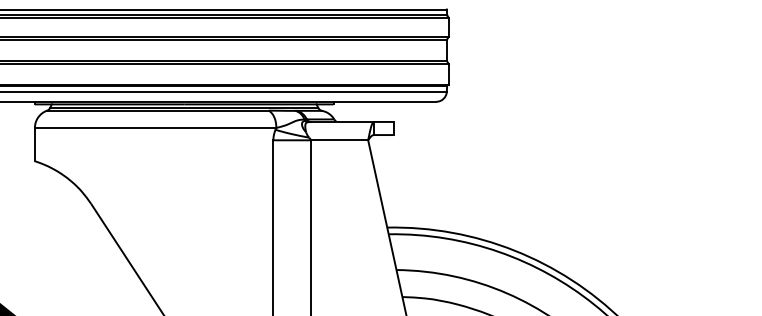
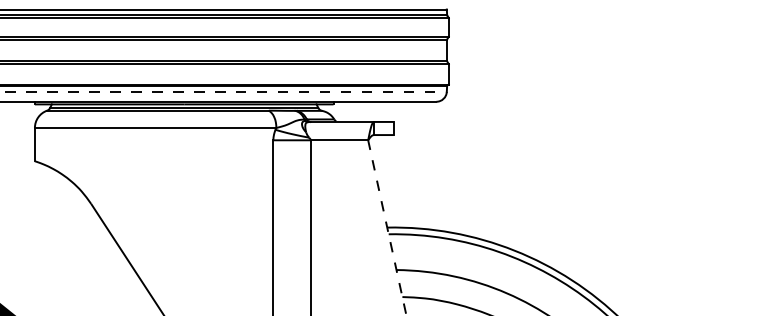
line at (224, 91): solid -> dashed
line at (387, 228): solid -> dashed
